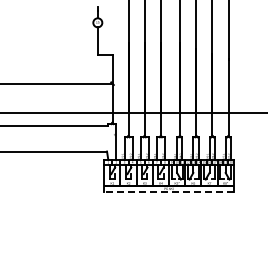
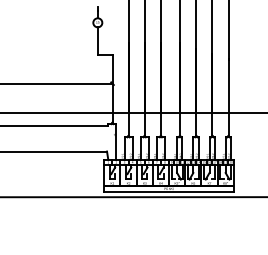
line at (169, 191): dashed -> solid
line at (133, 197): none -> present
